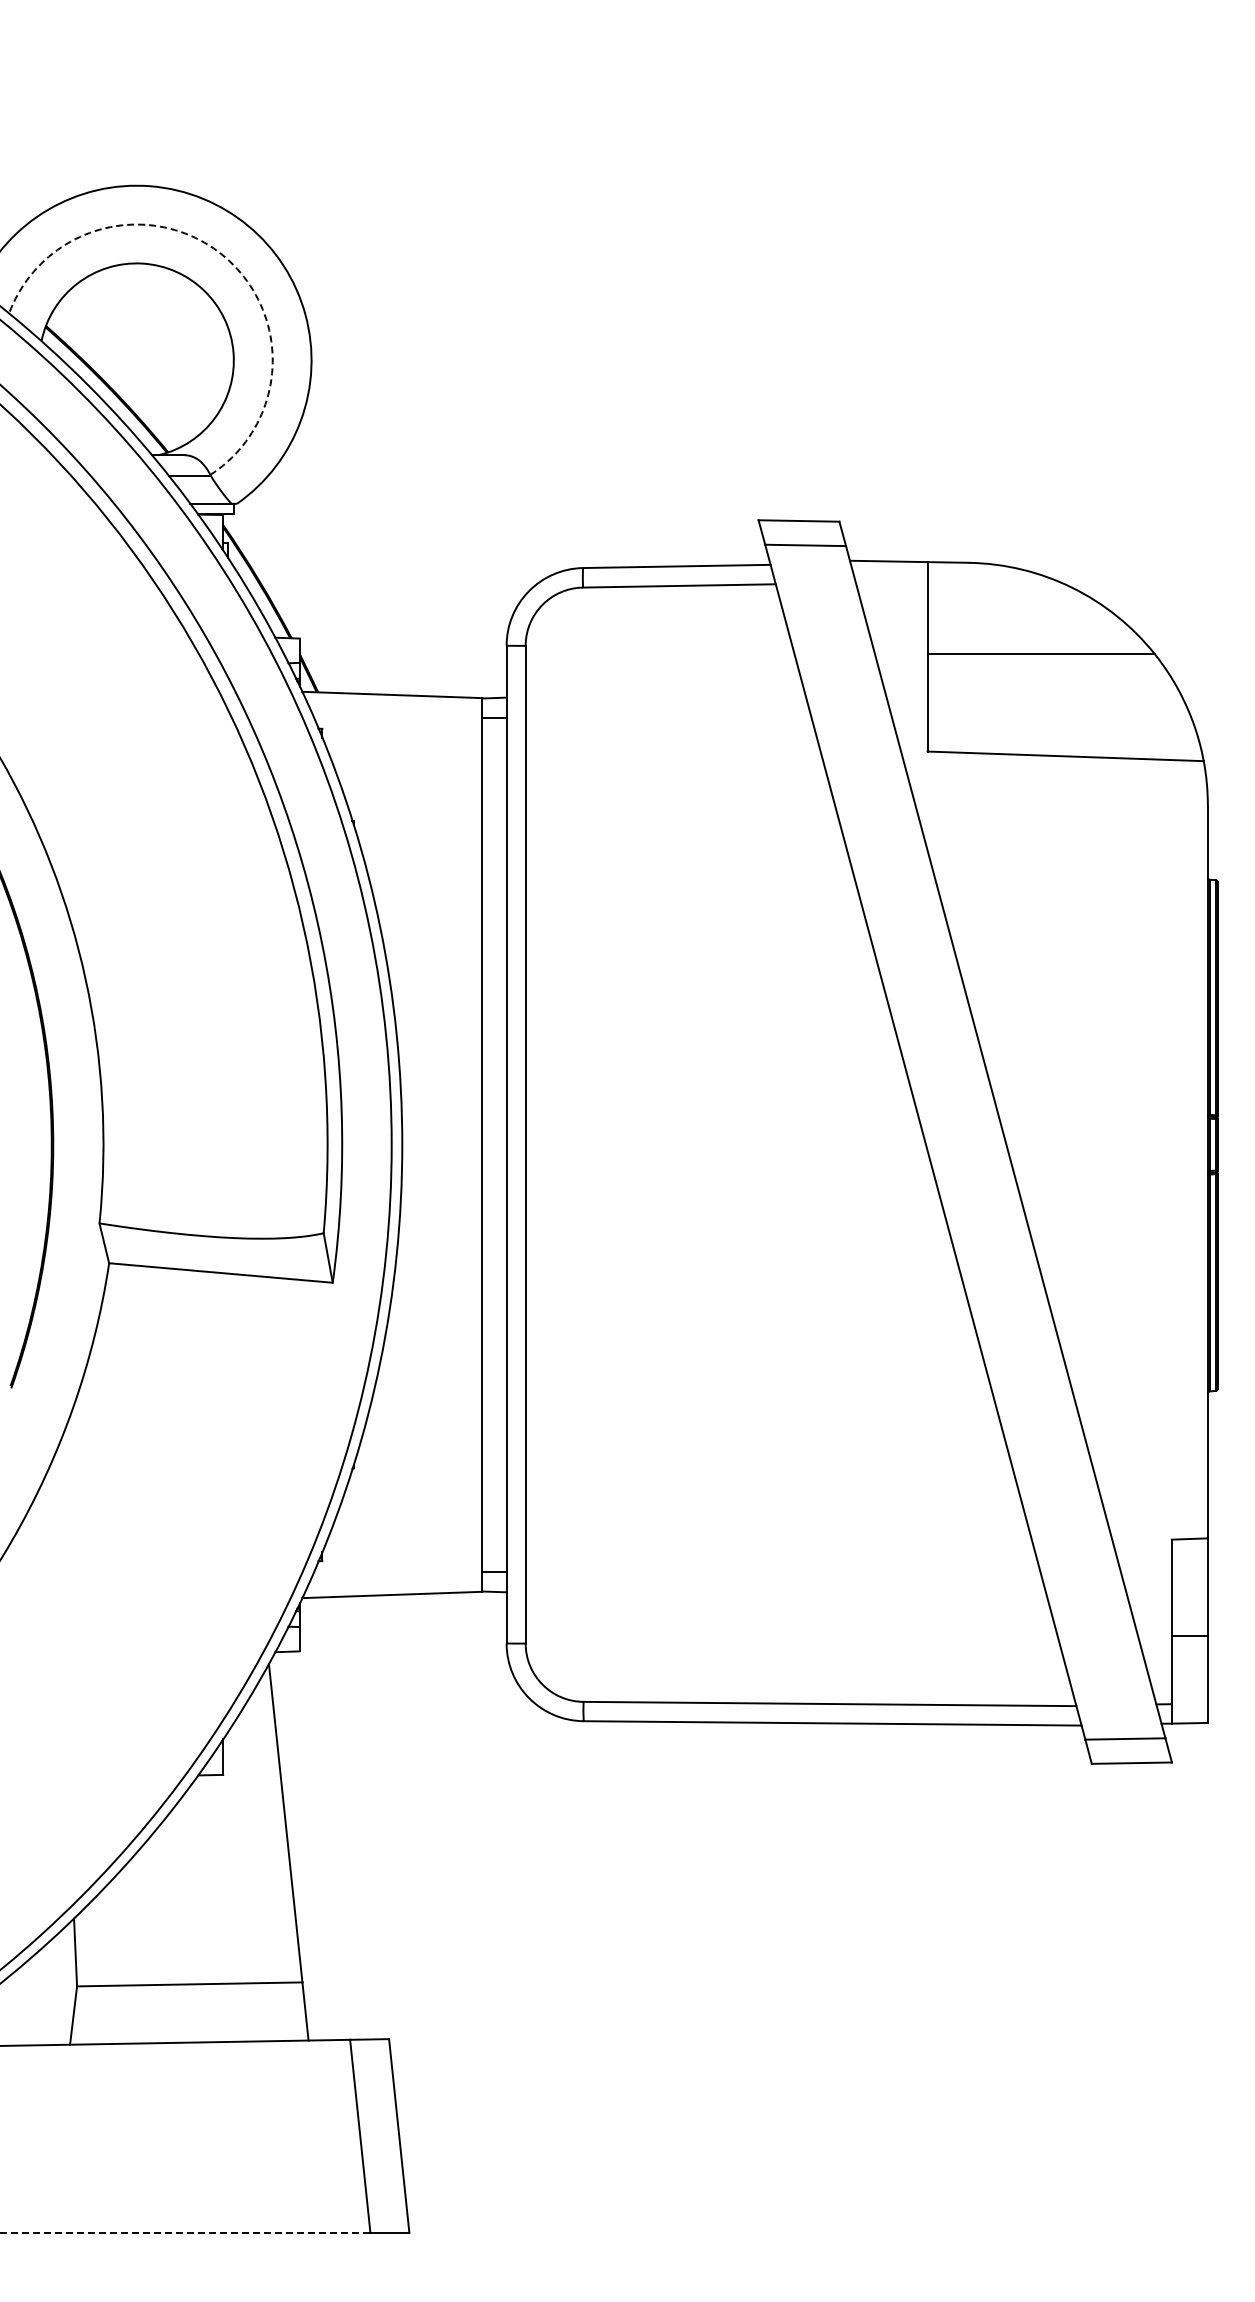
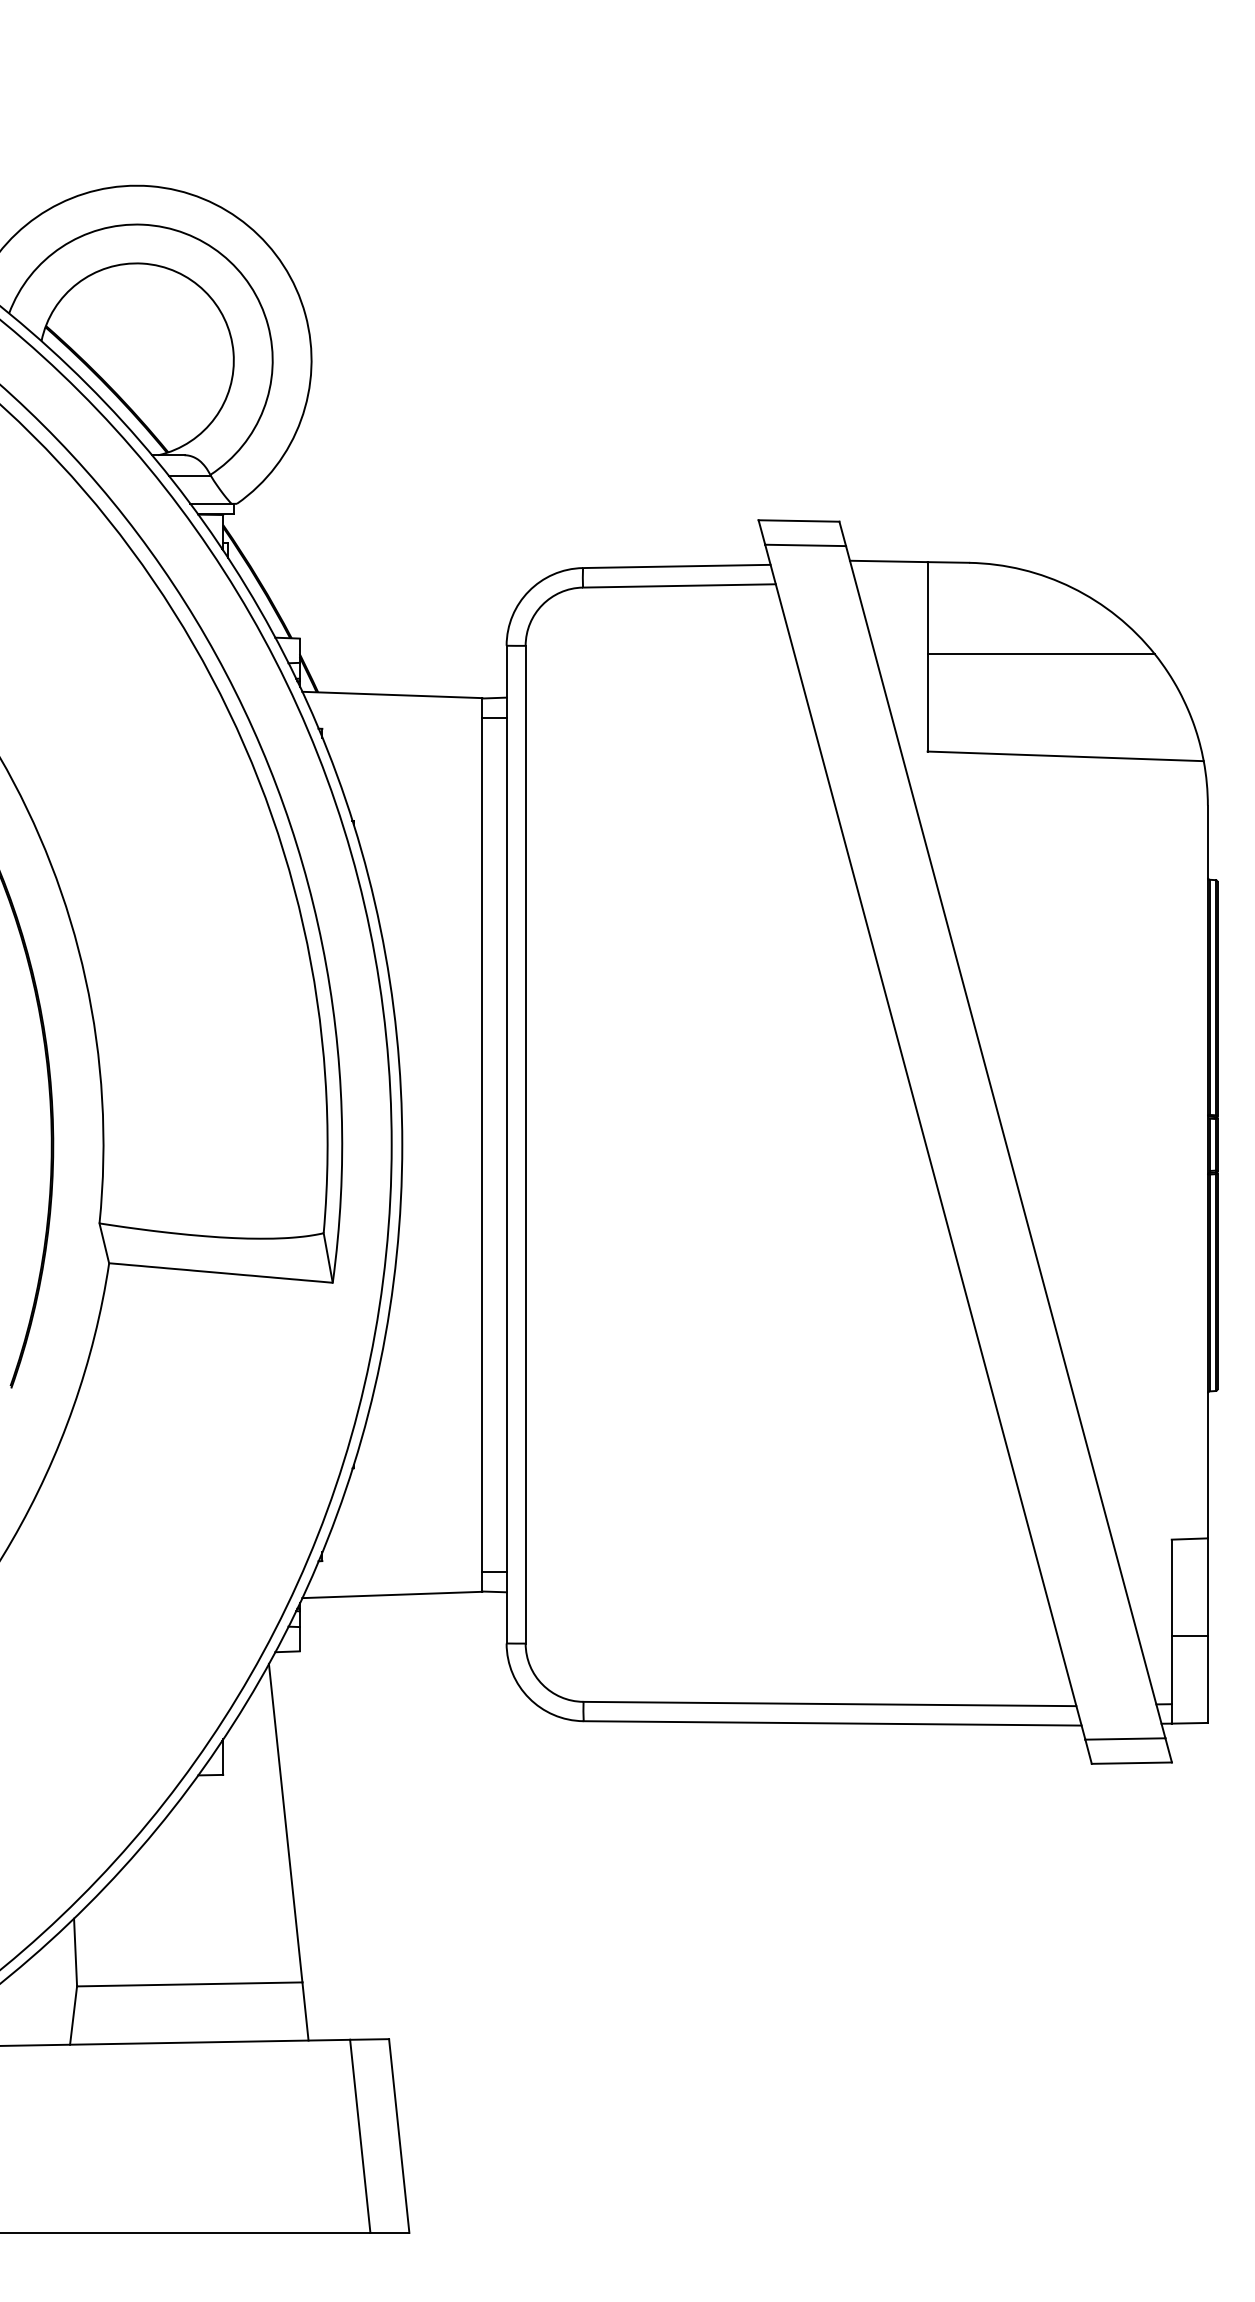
arc at (221, 254): dashed -> solid
line at (184, 2232): dashed -> solid
